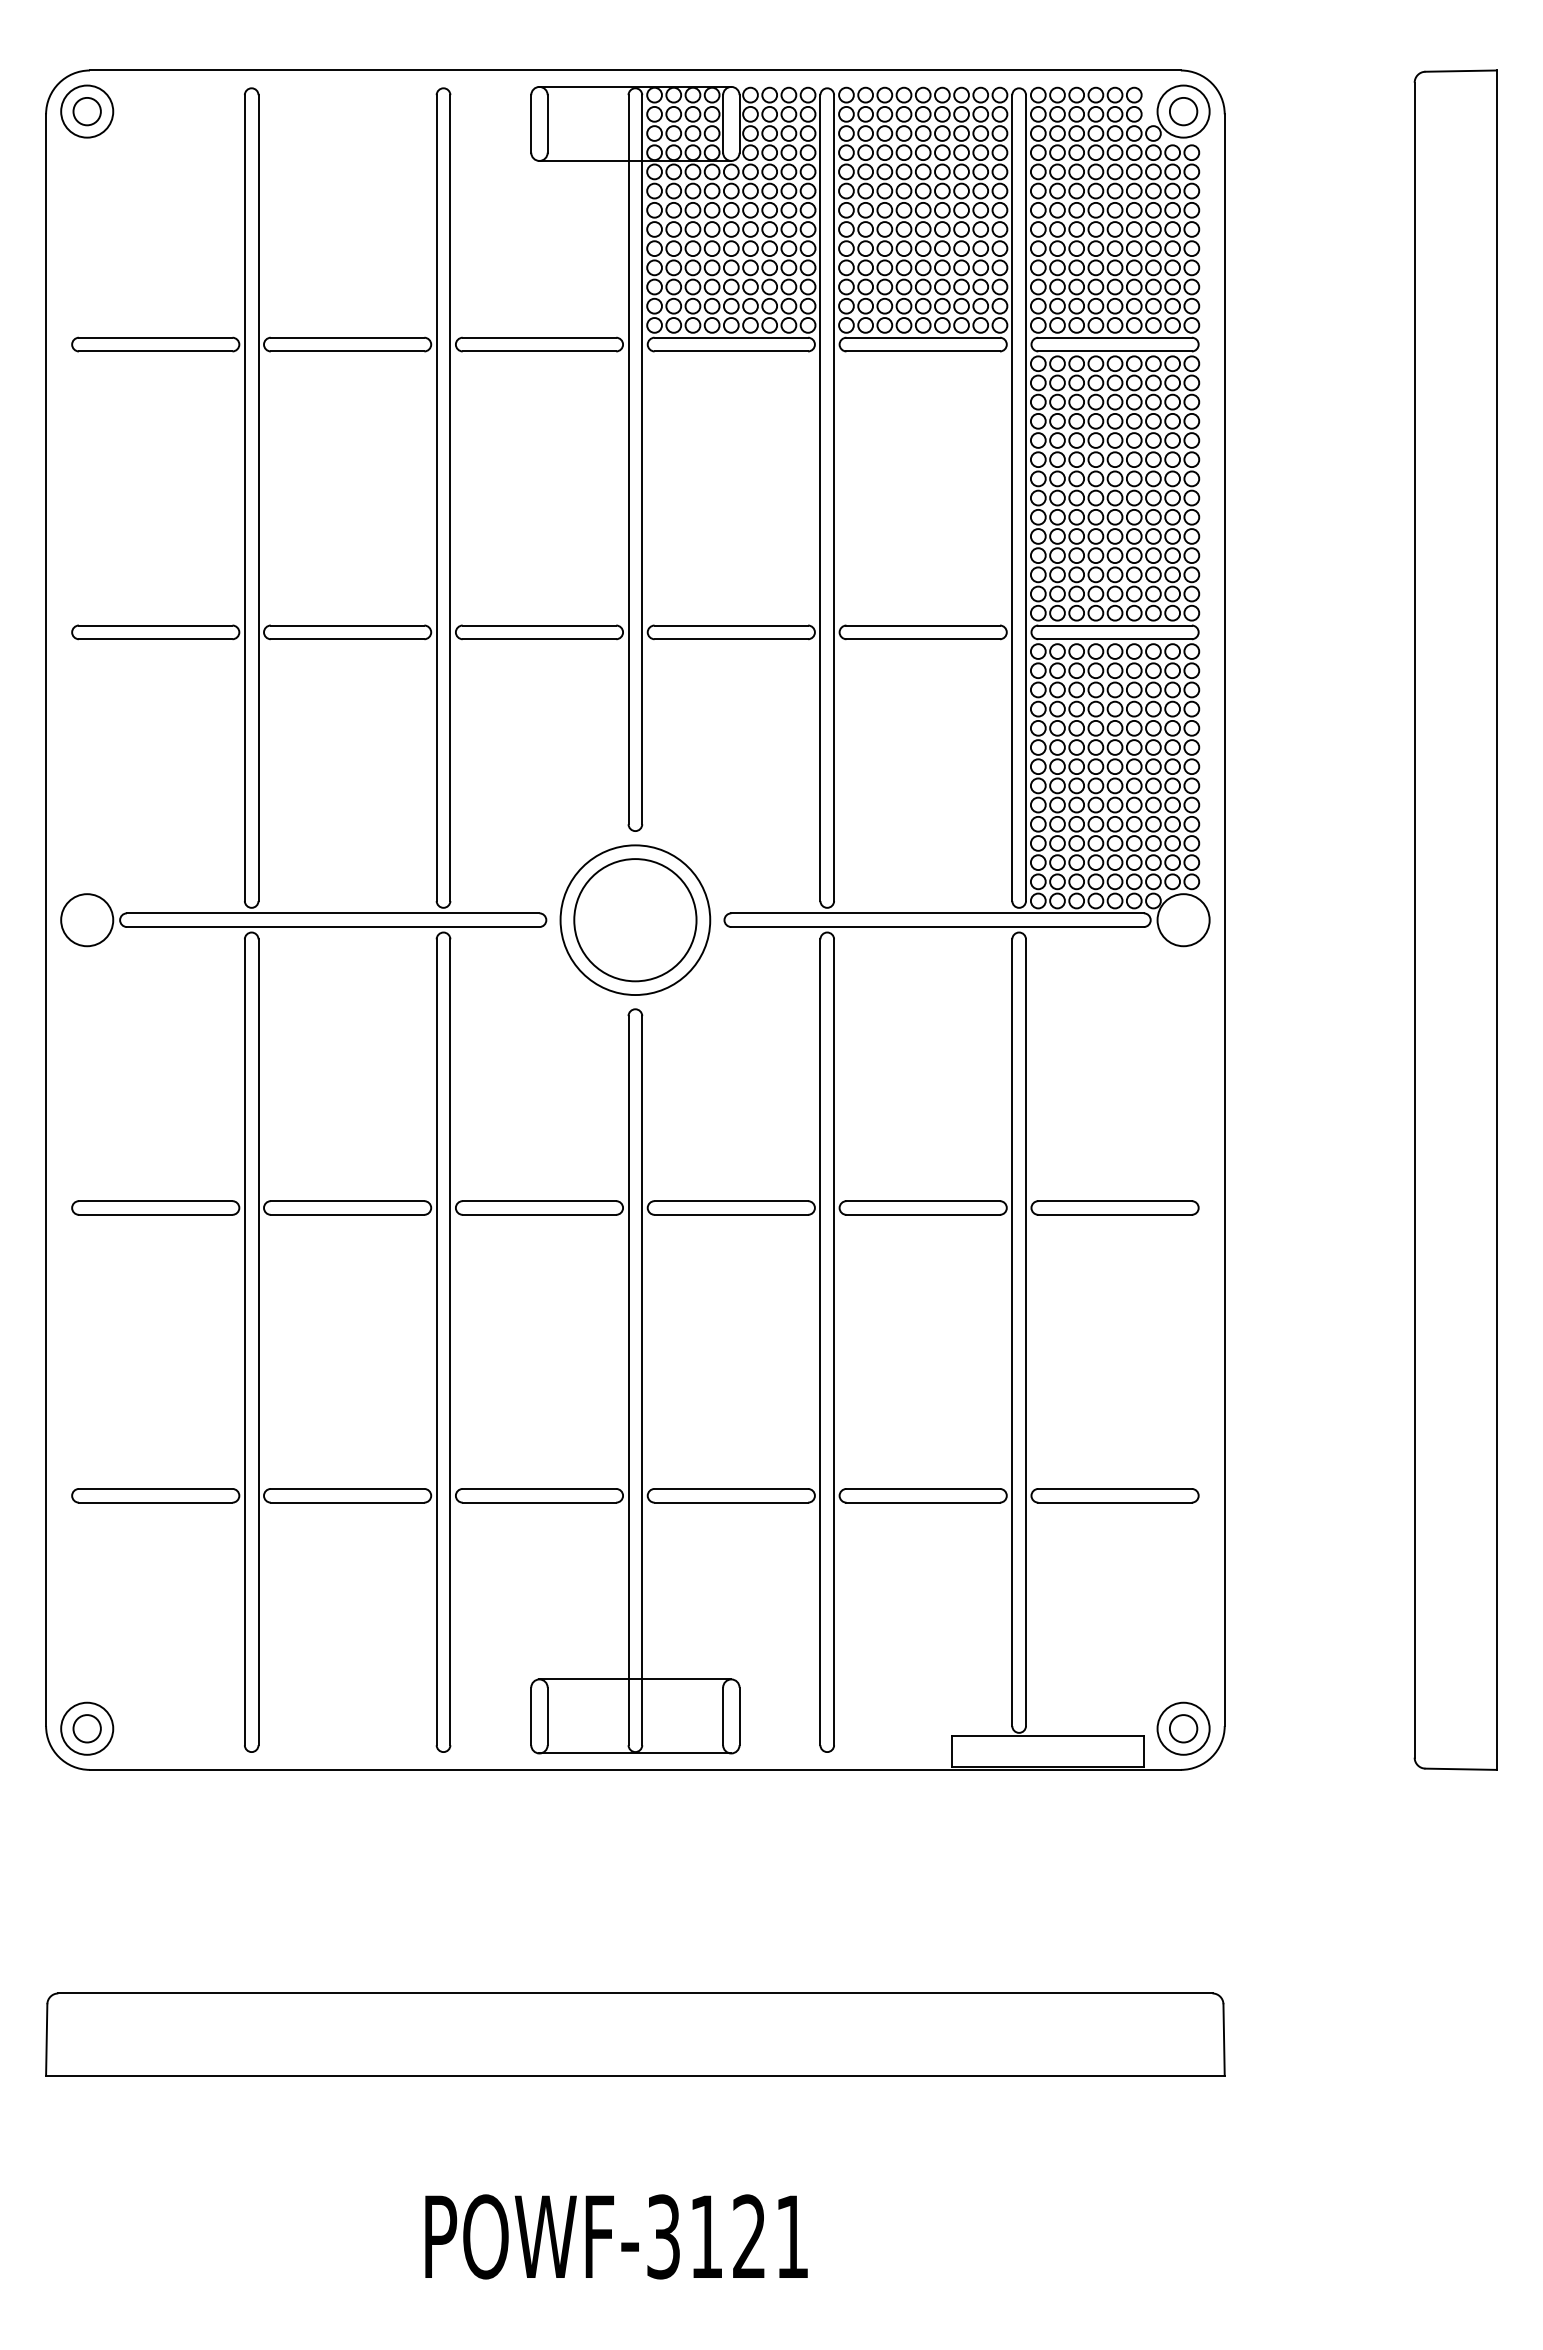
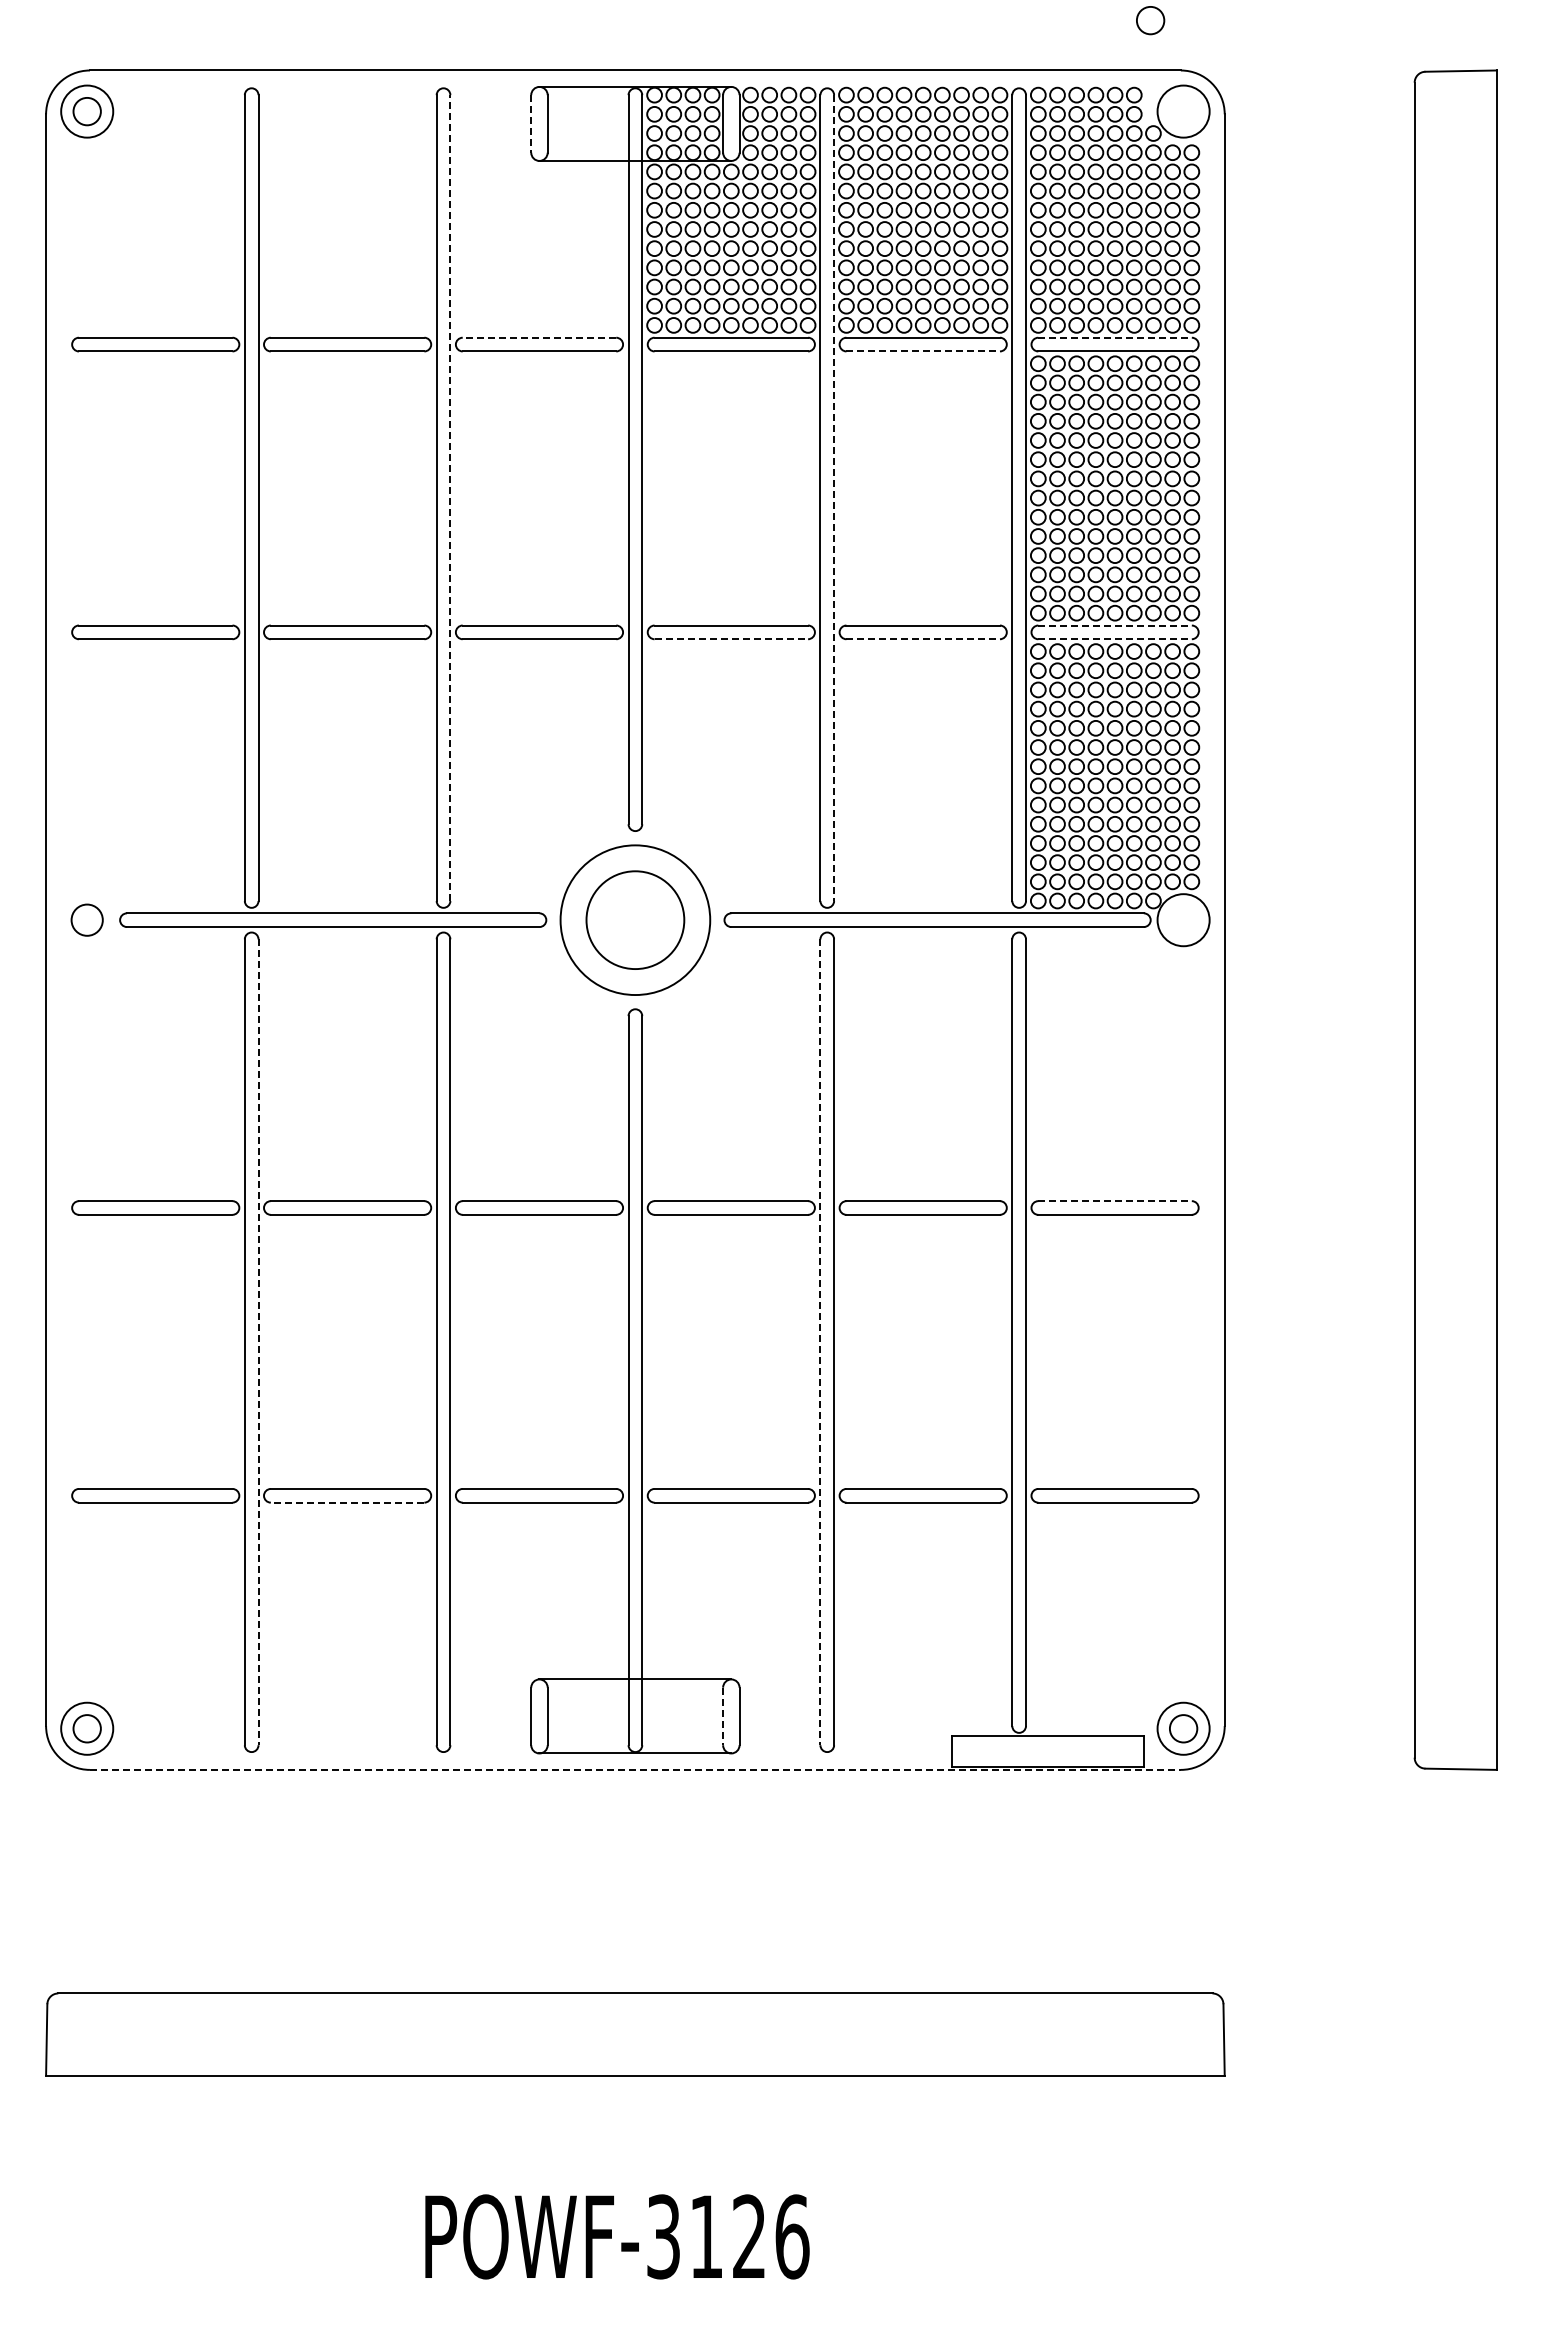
circle at (1183, 111) position: (1183, 111) -> (1150, 20)
line at (531, 123): solid -> dashed
line at (539, 337): solid -> dashed
line at (1115, 337): solid -> dashed
line at (923, 351): solid -> dashed
line at (450, 498): solid -> dashed
line at (834, 498): solid -> dashed
line at (1115, 625): solid -> dashed
line at (731, 639): solid -> dashed
line at (923, 639): solid -> dashed
line at (1115, 639): solid -> dashed
circle at (87, 920) diameter: 52 px -> 31 px
circle at (635, 920) diameter: 122 px -> 98 px
line at (1115, 1201): solid -> dashed
line at (258, 1342): solid -> dashed
line at (820, 1342): solid -> dashed
line at (347, 1502): solid -> dashed
line at (723, 1716): solid -> dashed
line at (635, 1769): solid -> dashed
text at (792, 2236): POWF-3121 -> POWF-3126
